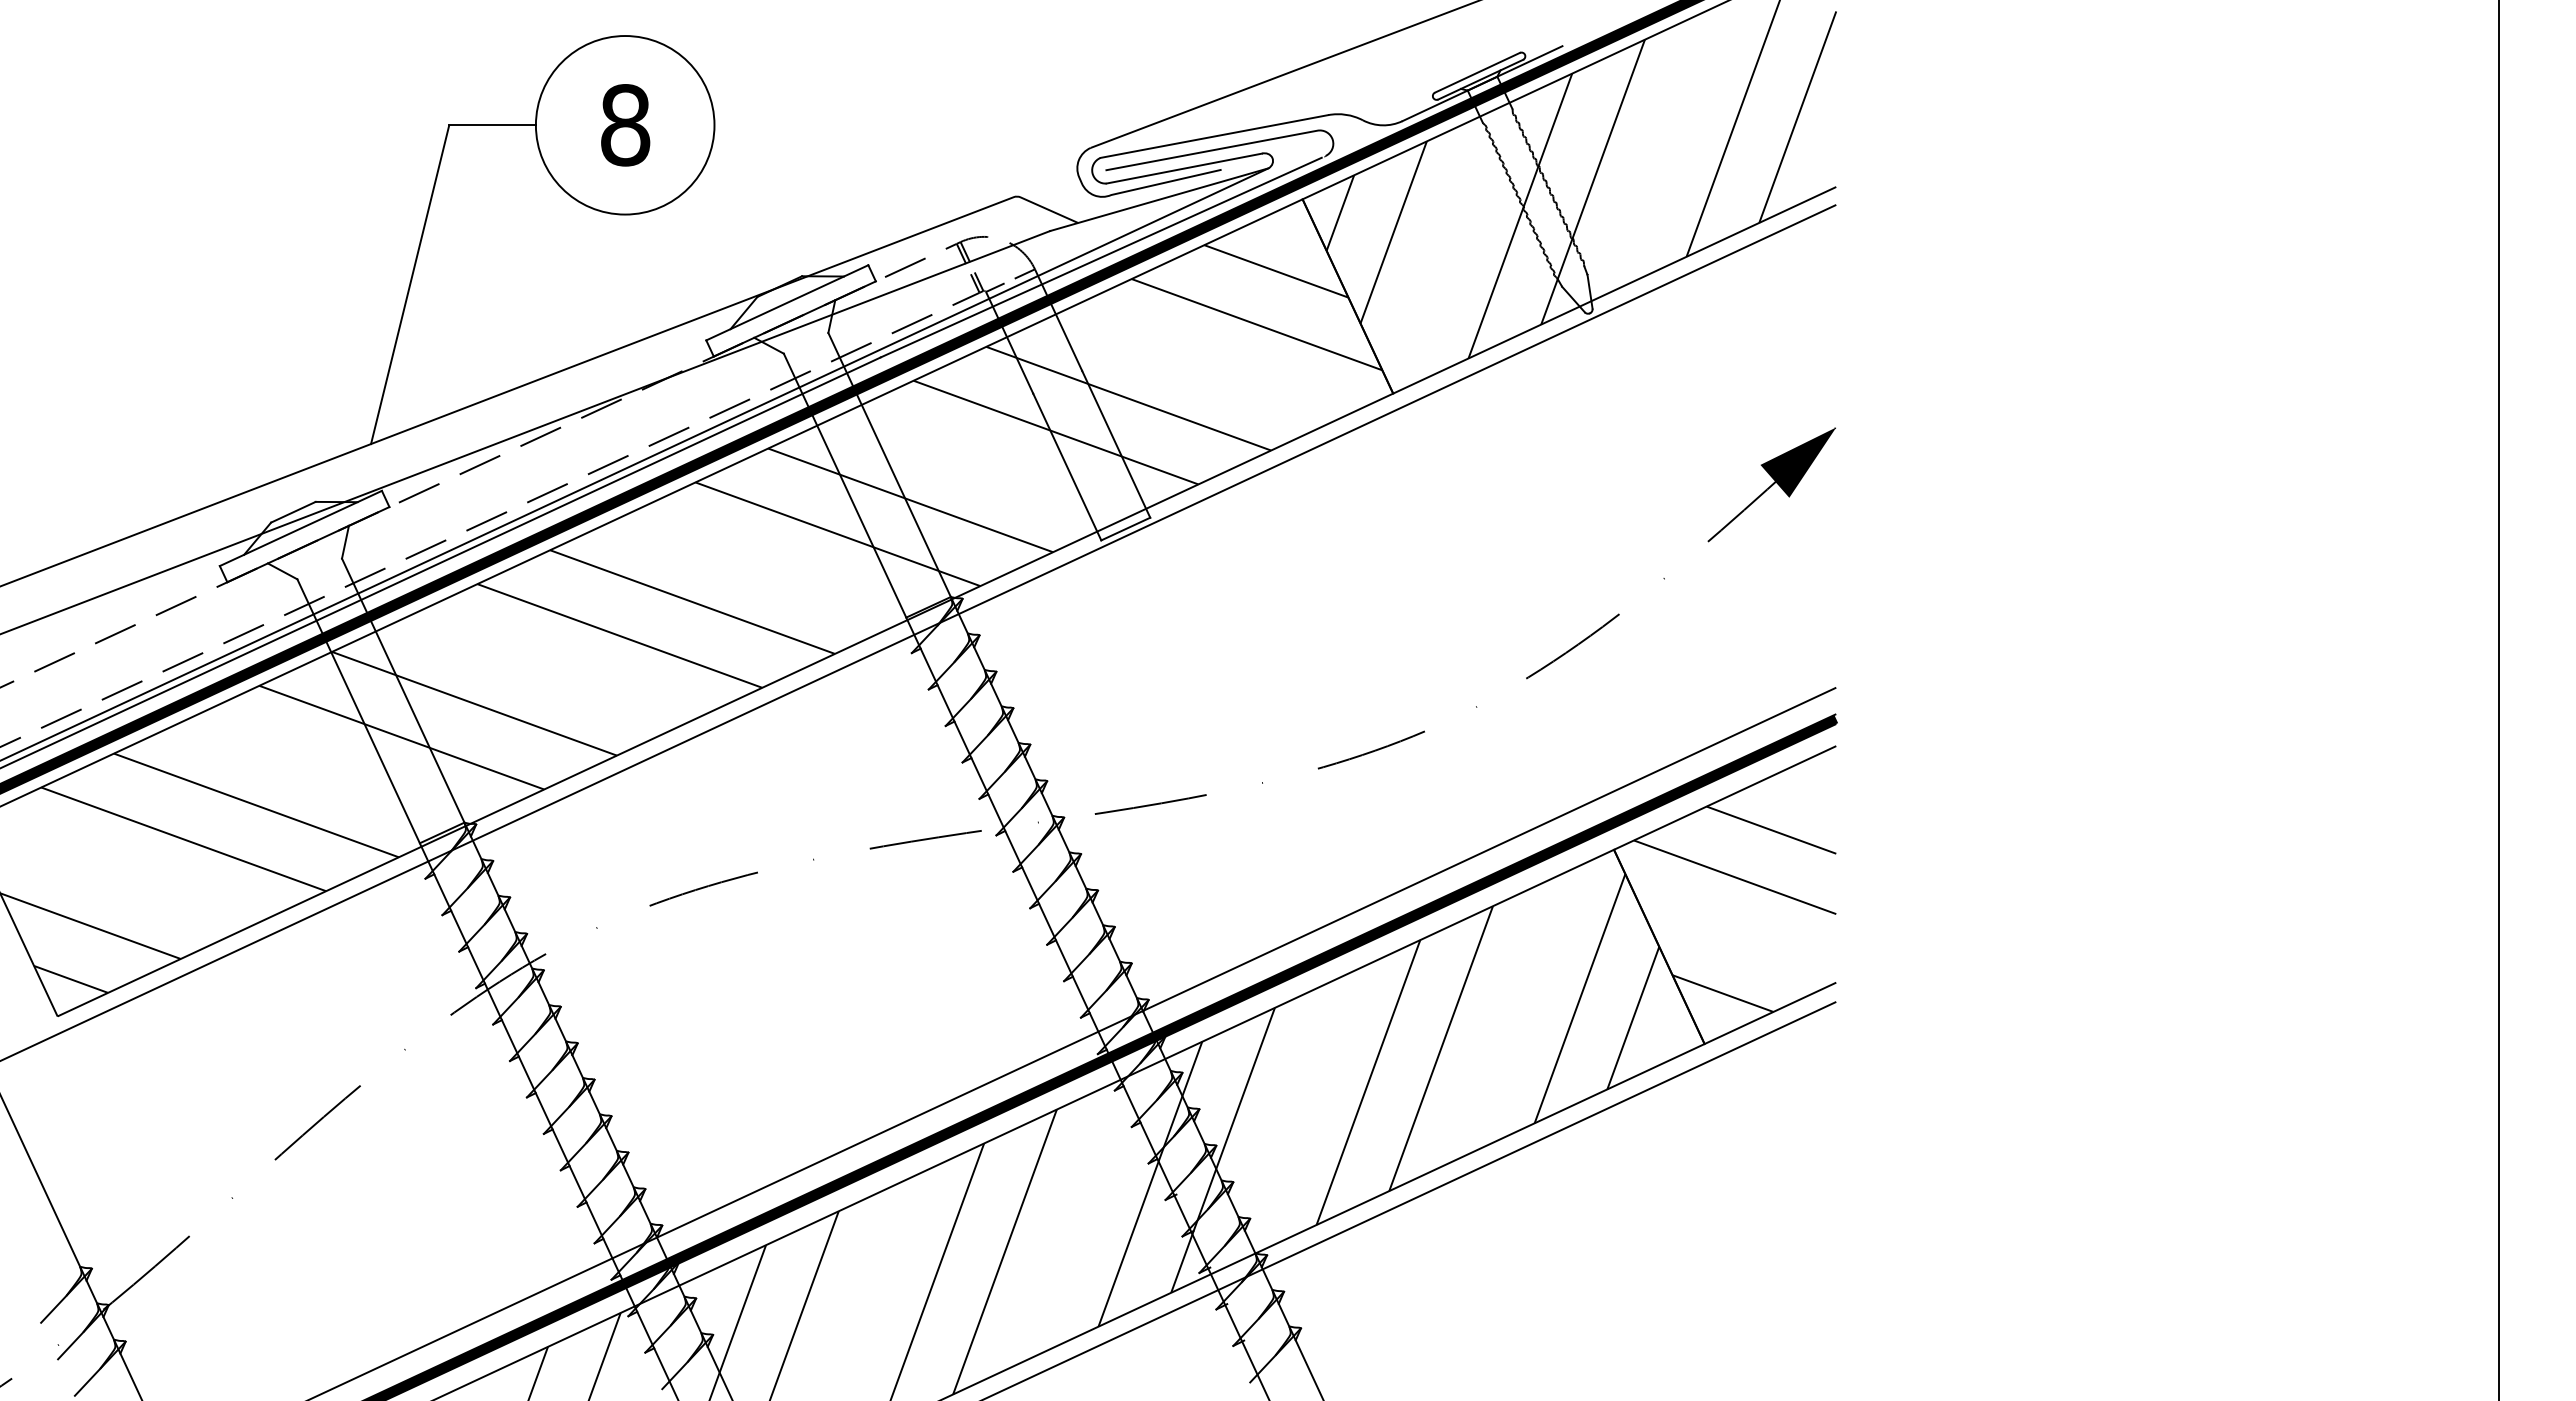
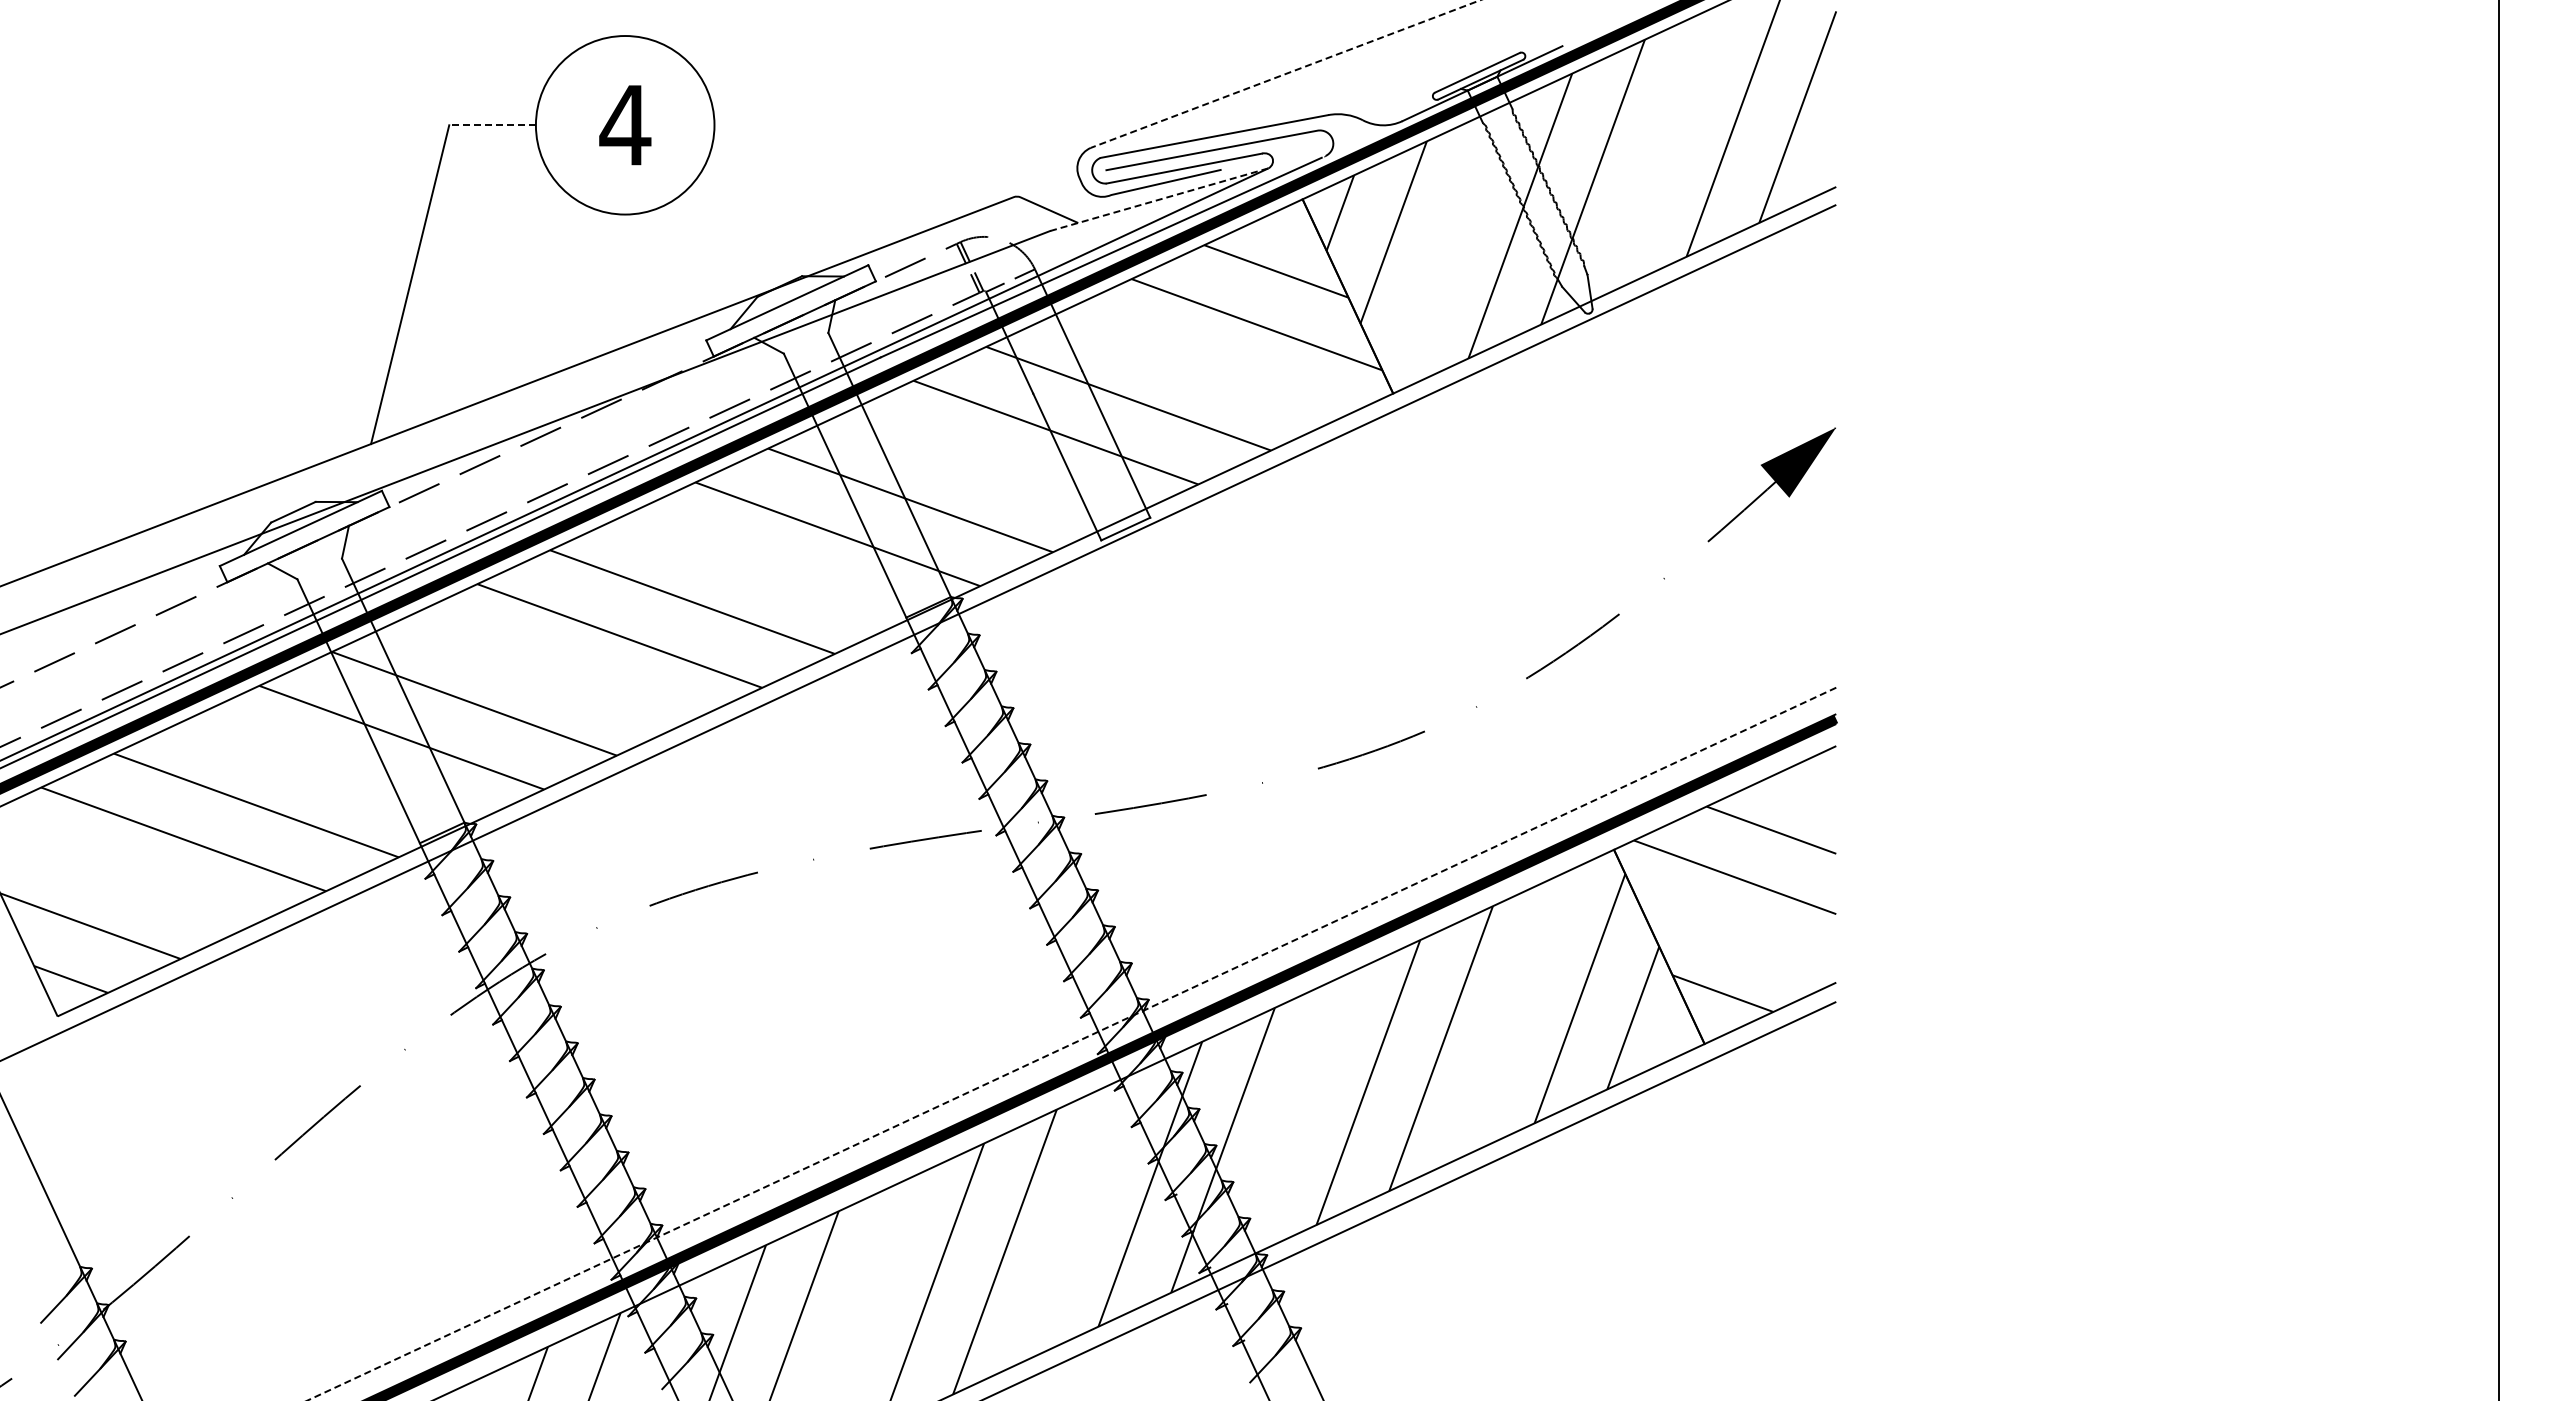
line at (1285, 74): solid -> dashed
line at (492, 125): solid -> dashed
text at (625, 125): 8 -> 4
line at (1159, 199): solid -> dashed
line at (1071, 1044): solid -> dashed
